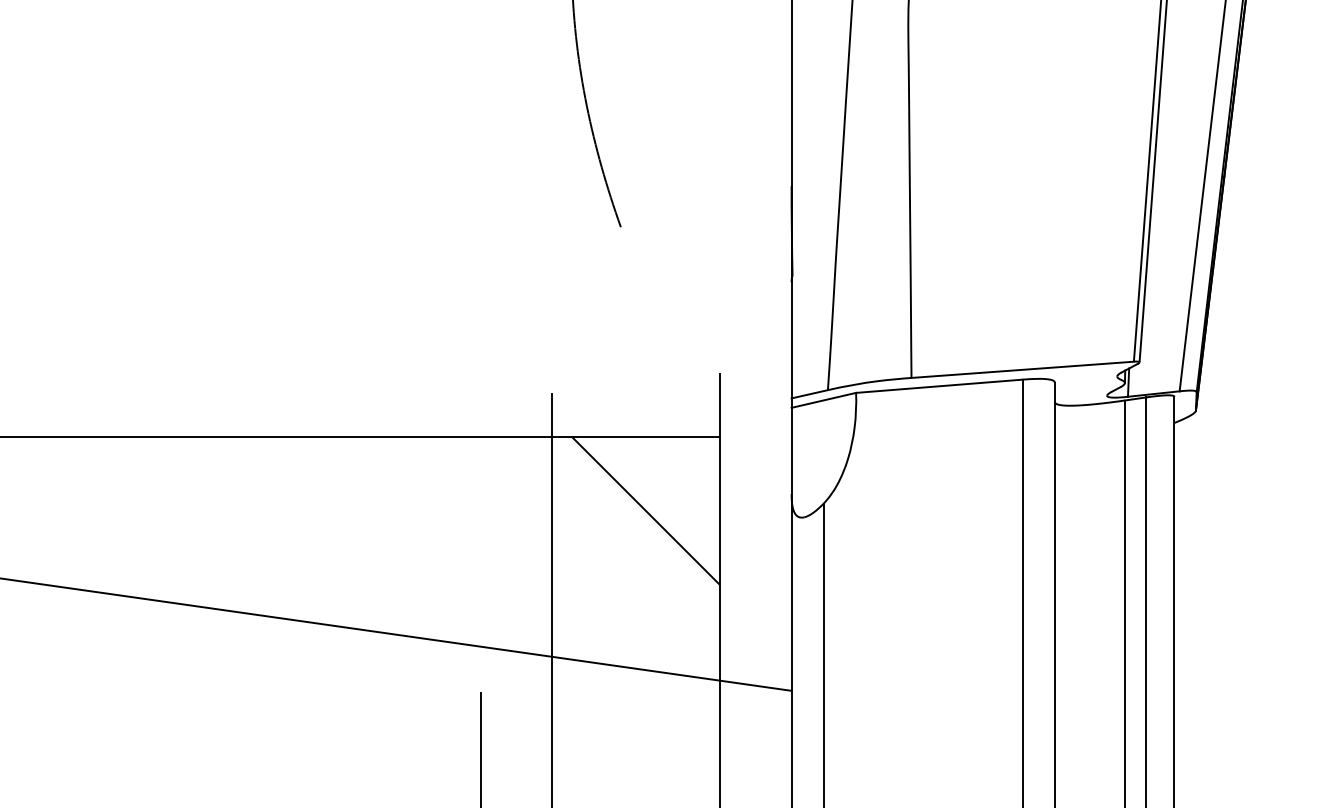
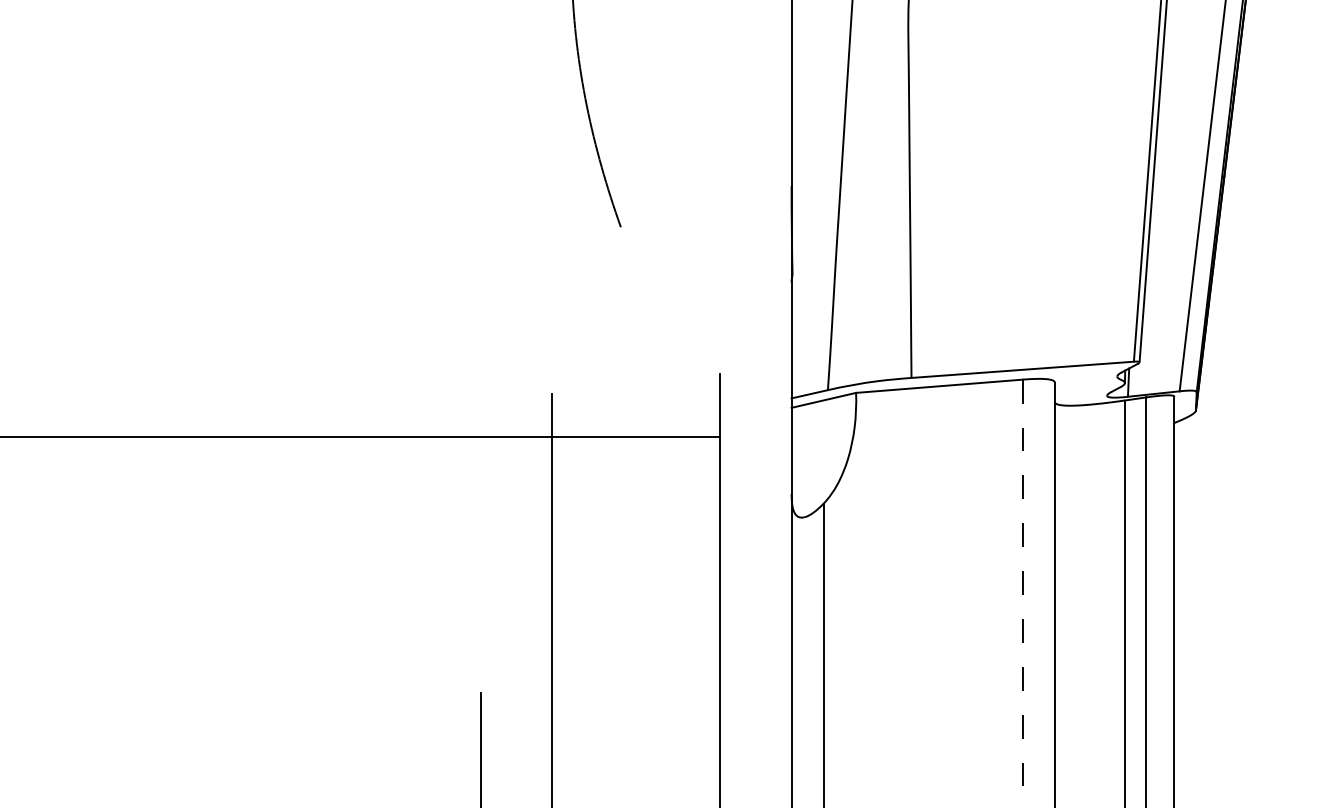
line at (645, 510): present -> none
line at (1022, 593): solid -> dashed
line at (396, 634): present -> none
